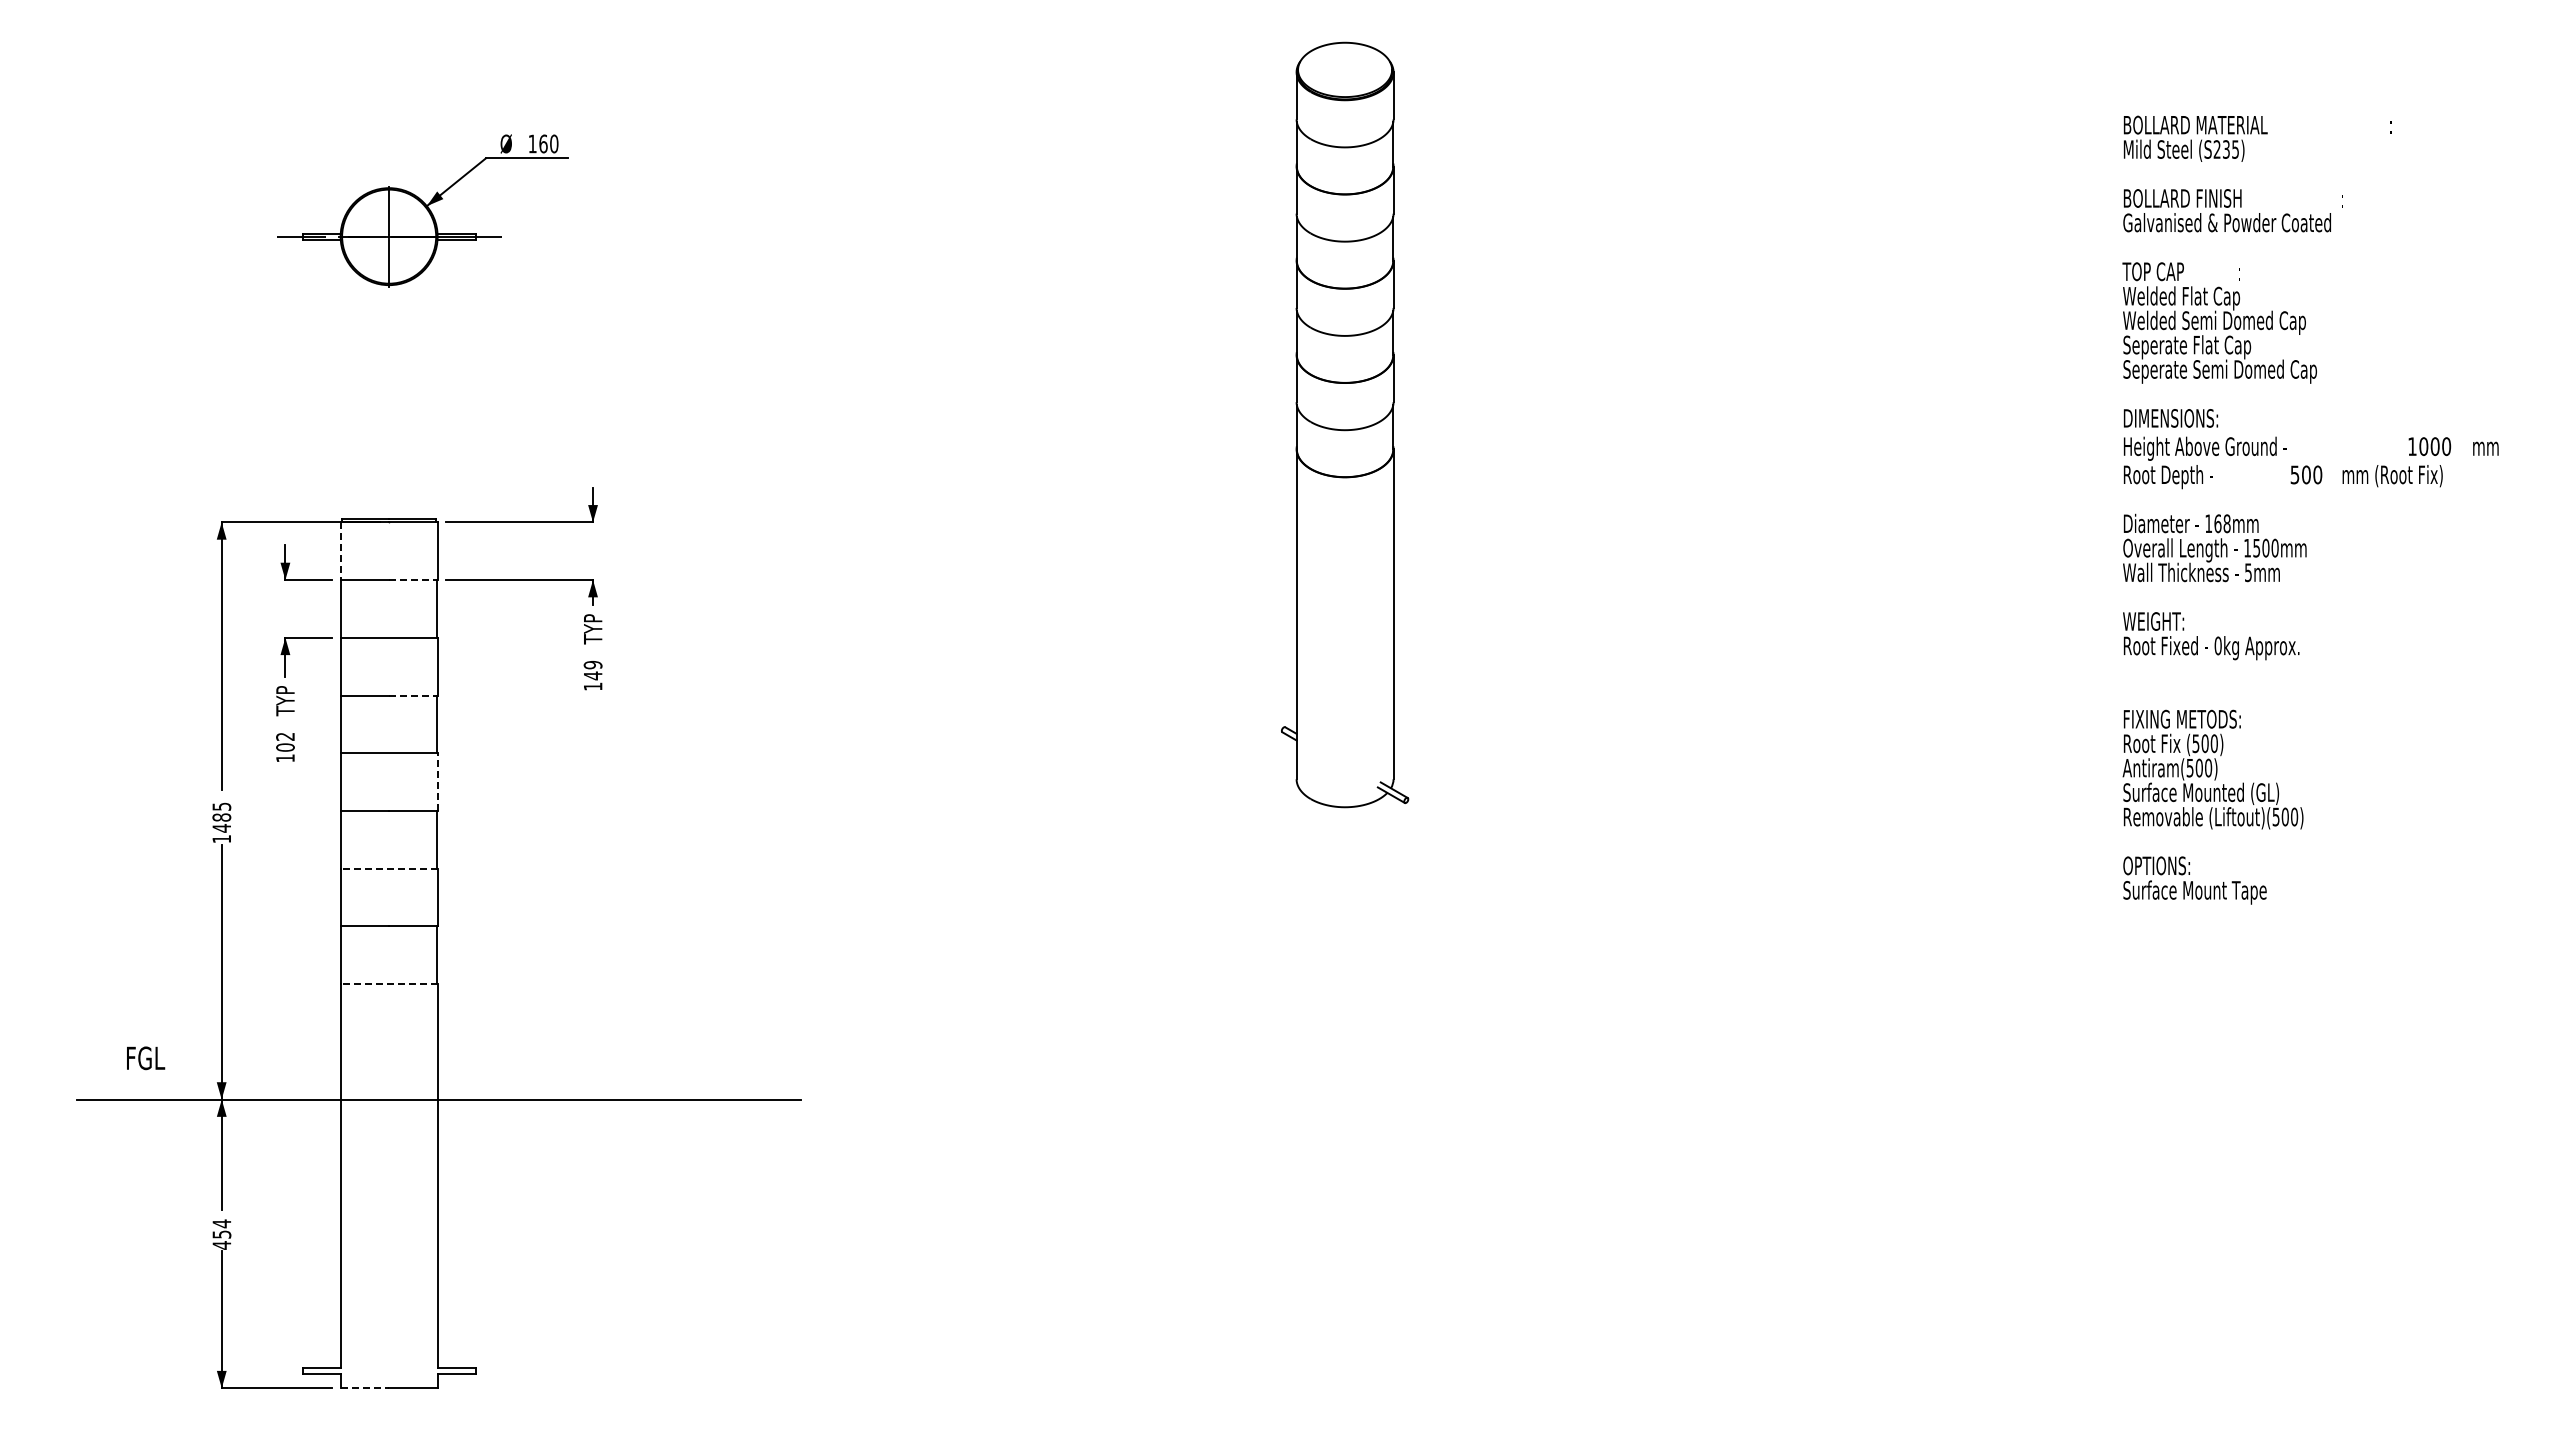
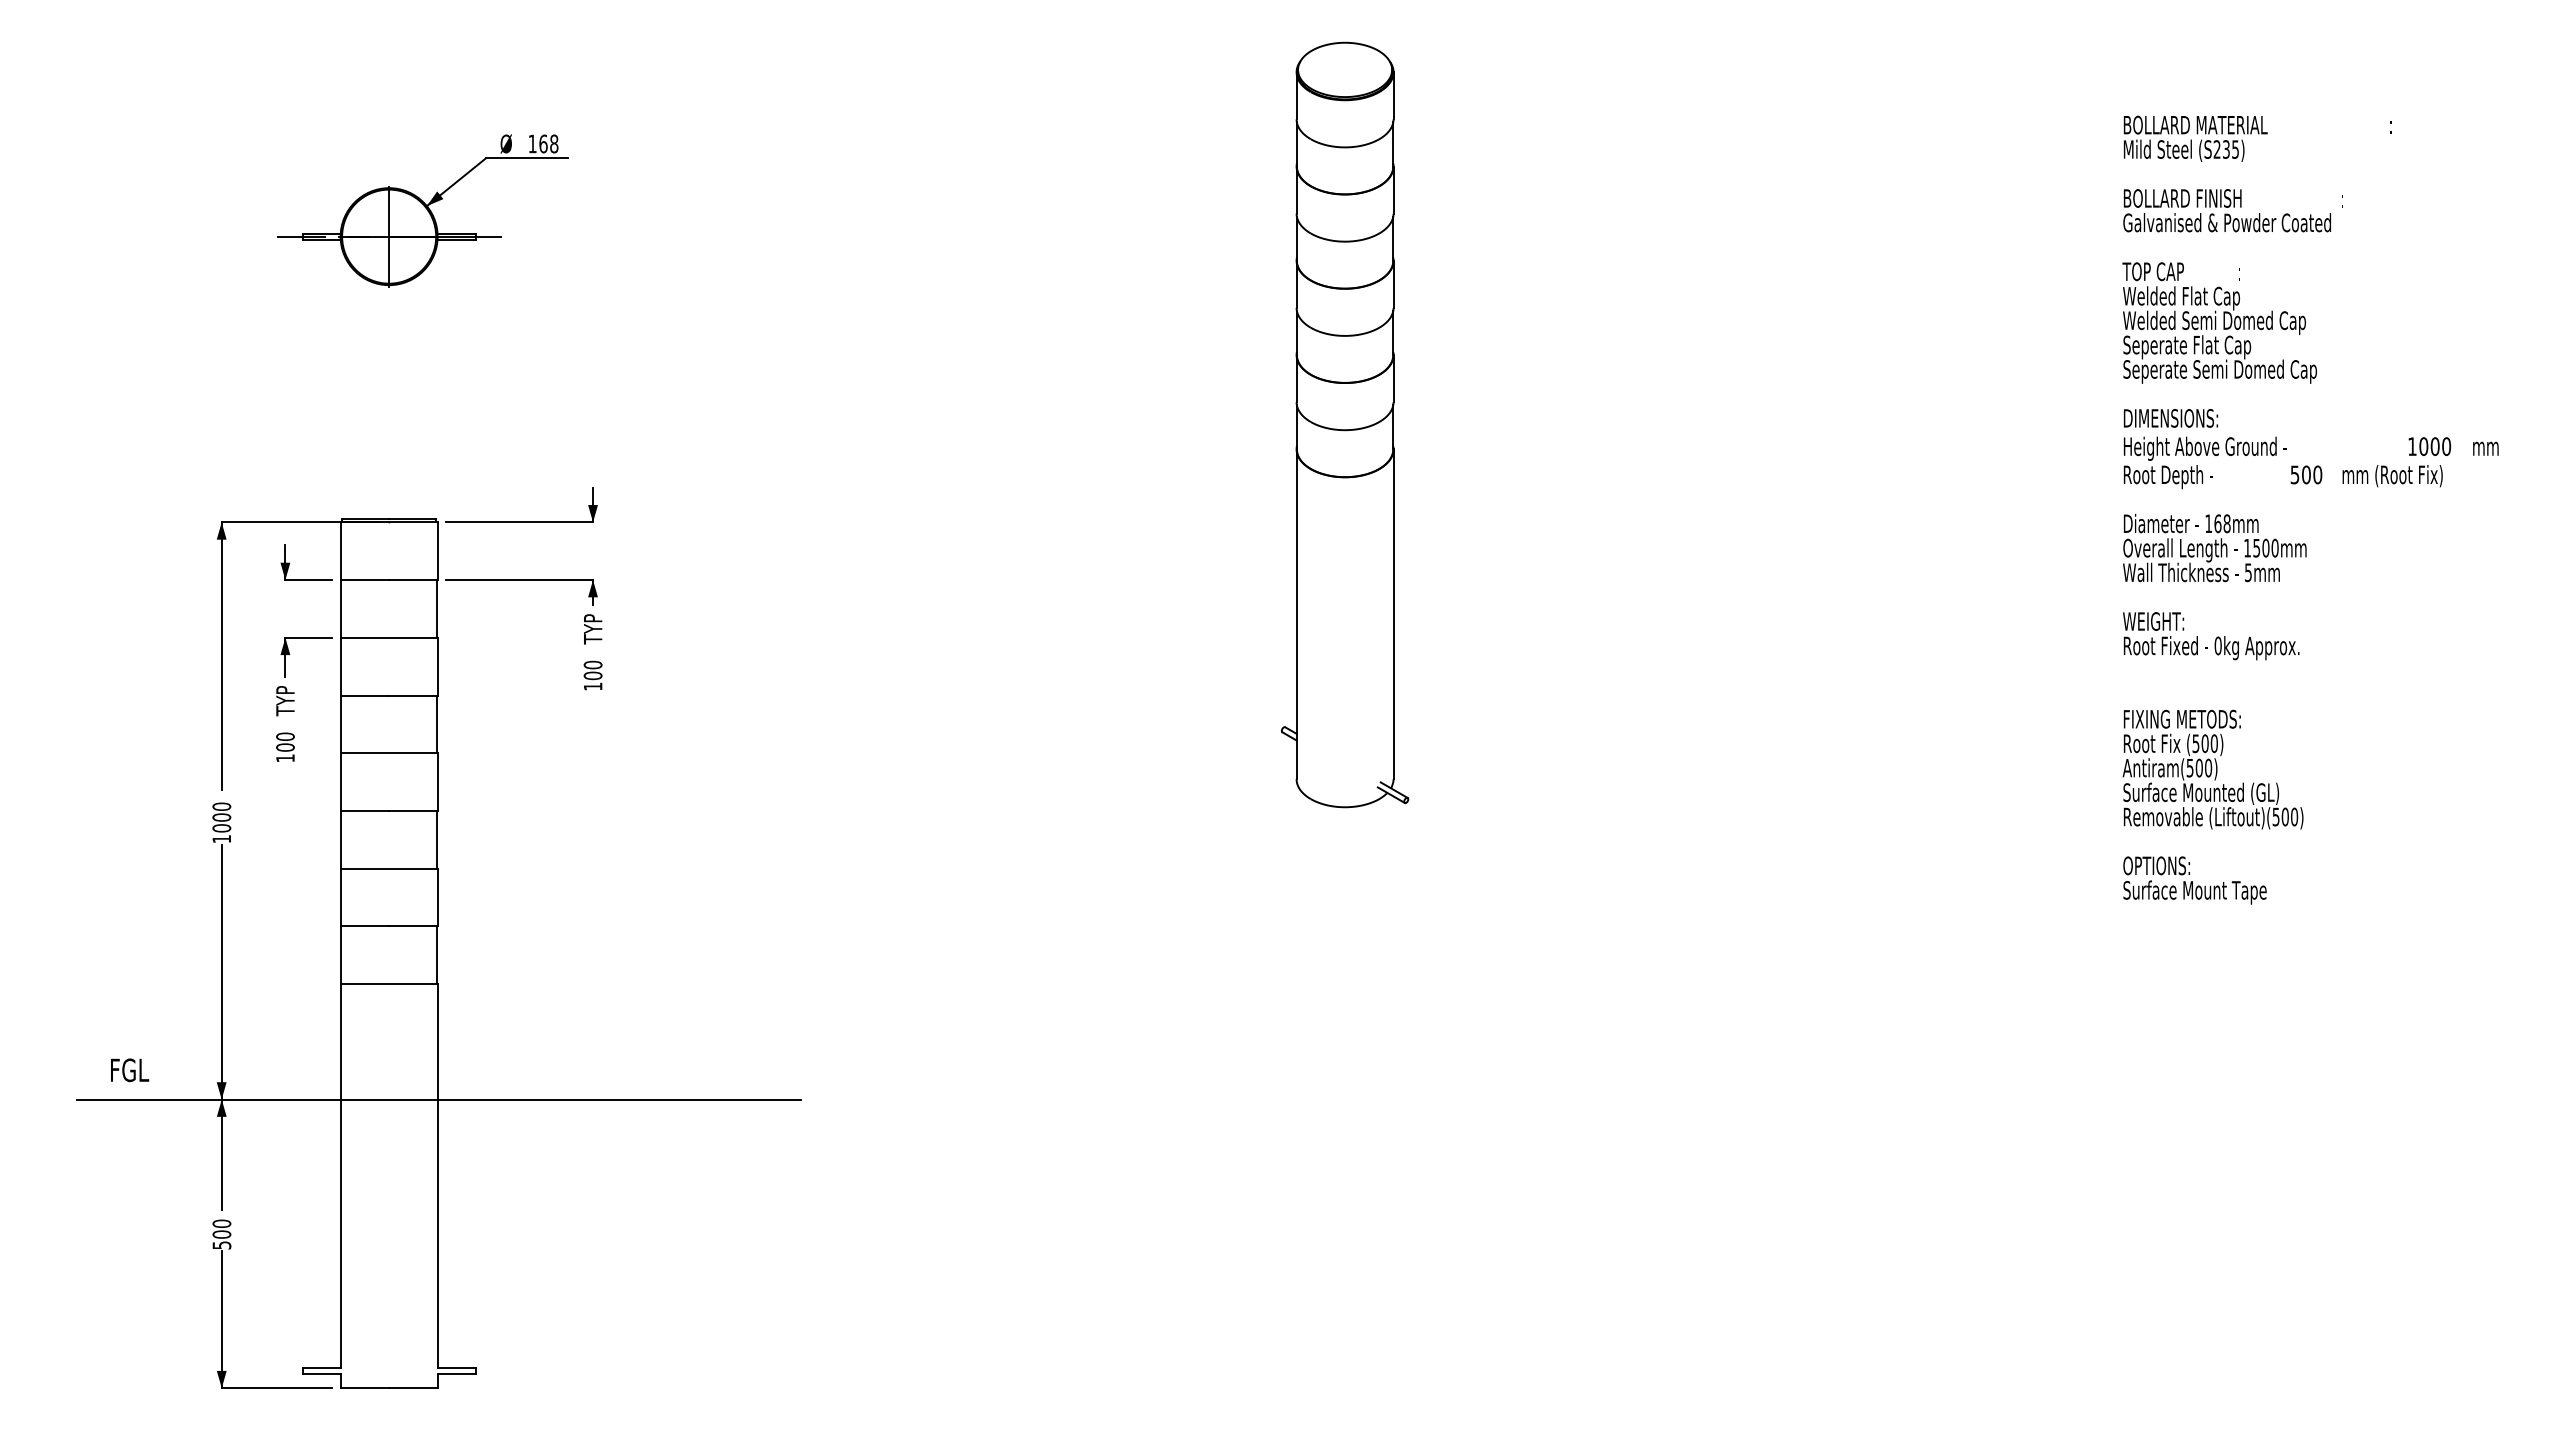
text at (554, 144): 160 -> 168
line at (340, 551): dashed -> solid
line at (413, 580): dashed -> solid
text at (592, 670): 149 -> 100
line at (413, 695): dashed -> solid
text at (285, 736): 102 -> 100
line at (437, 782): dashed -> solid
text at (221, 817): 1485 -> 1000
line at (388, 868): dashed -> solid
line at (388, 984): dashed -> solid
text at (146, 1058) position: (146, 1058) -> (130, 1070)
text at (221, 1234): 454 -> 500
line at (365, 1388): dashed -> solid
